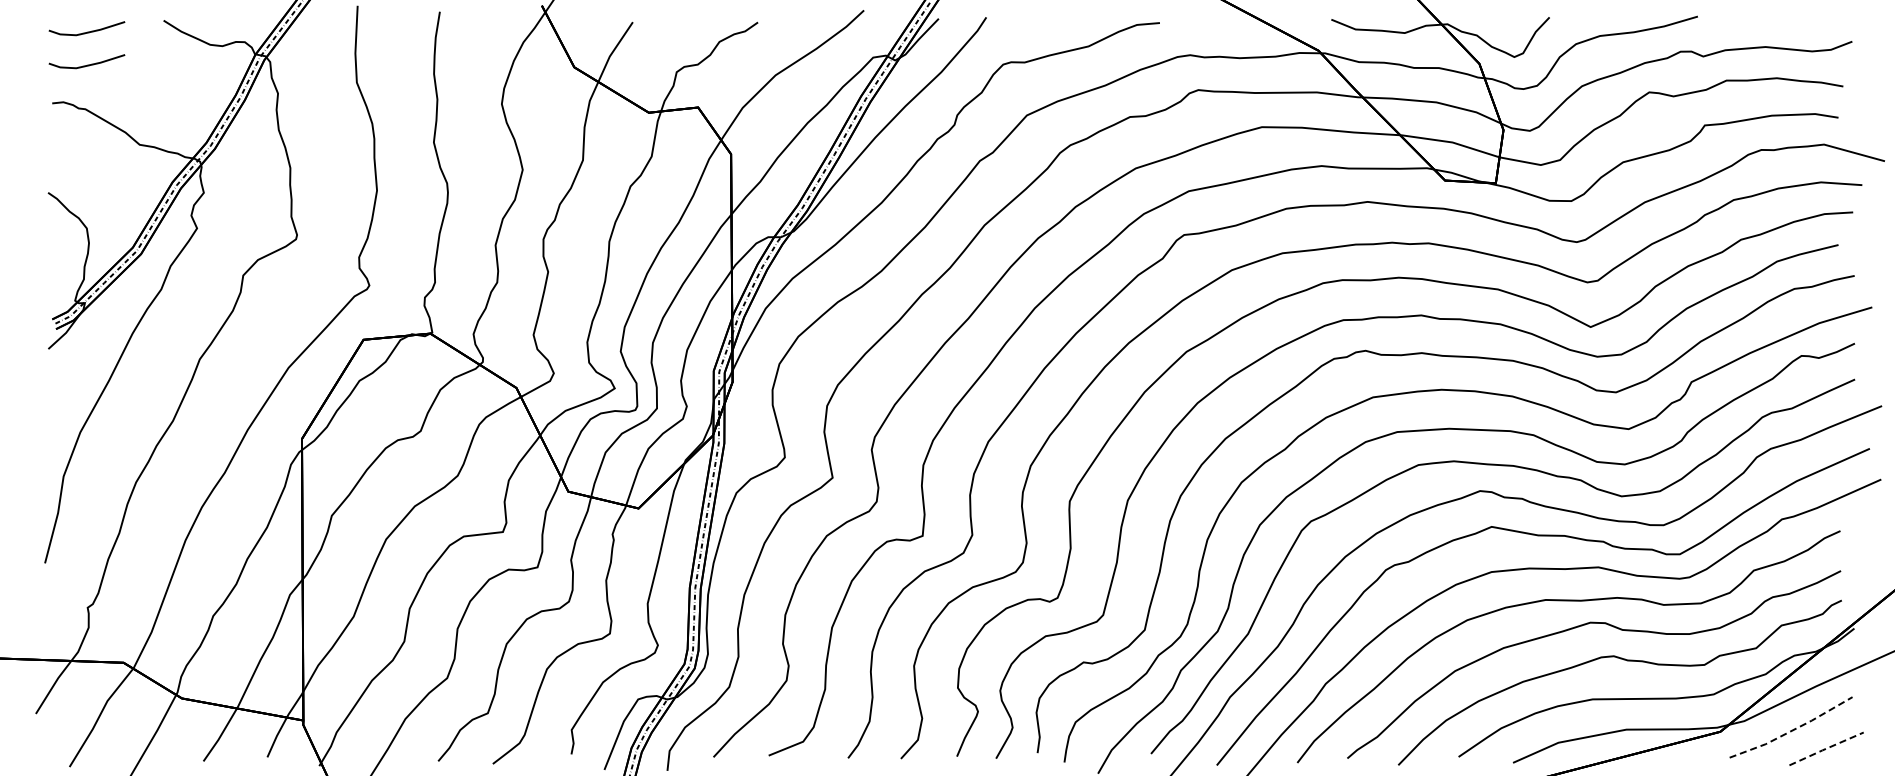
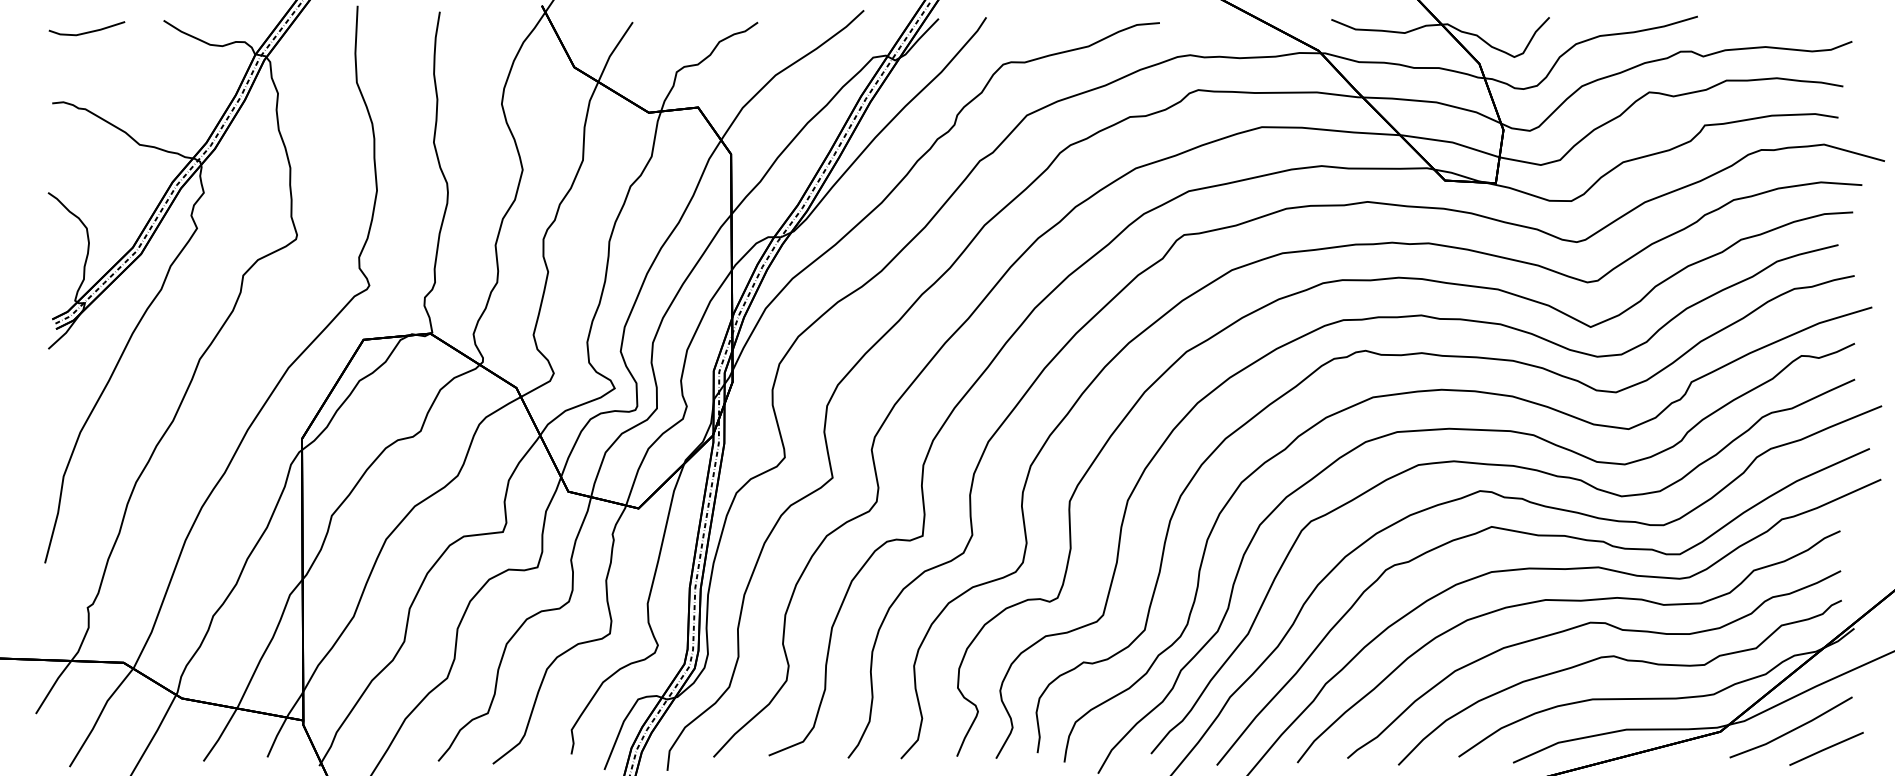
line at (87, 64): present -> none
line at (1792, 730): dashed -> solid
line at (1826, 748): dashed -> solid
